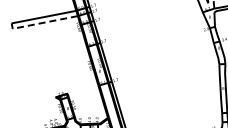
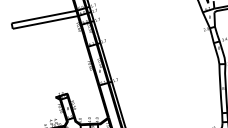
line at (44, 22): dashed -> solid
